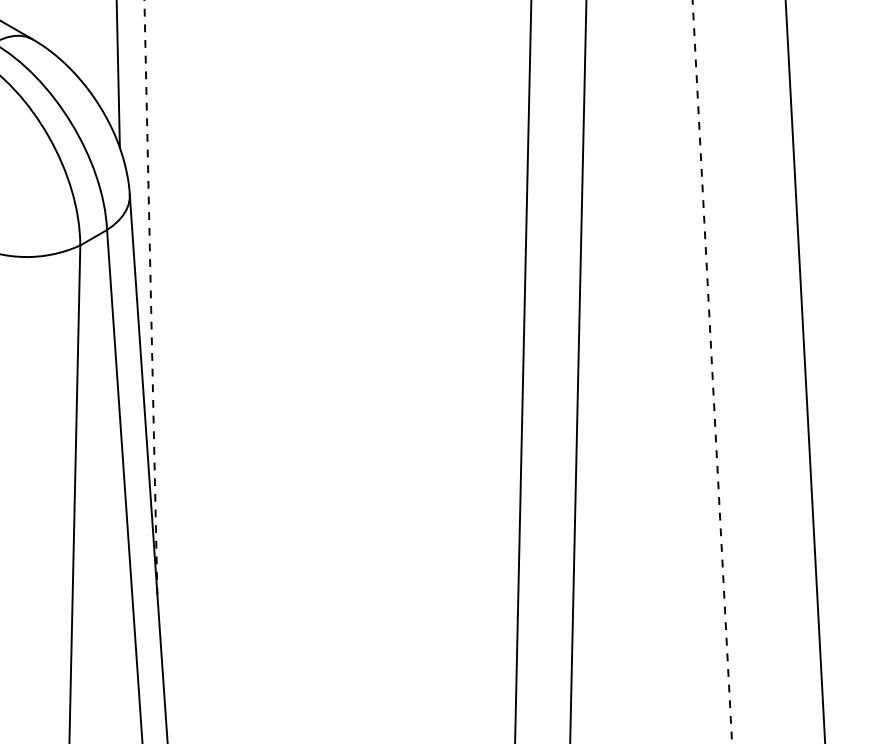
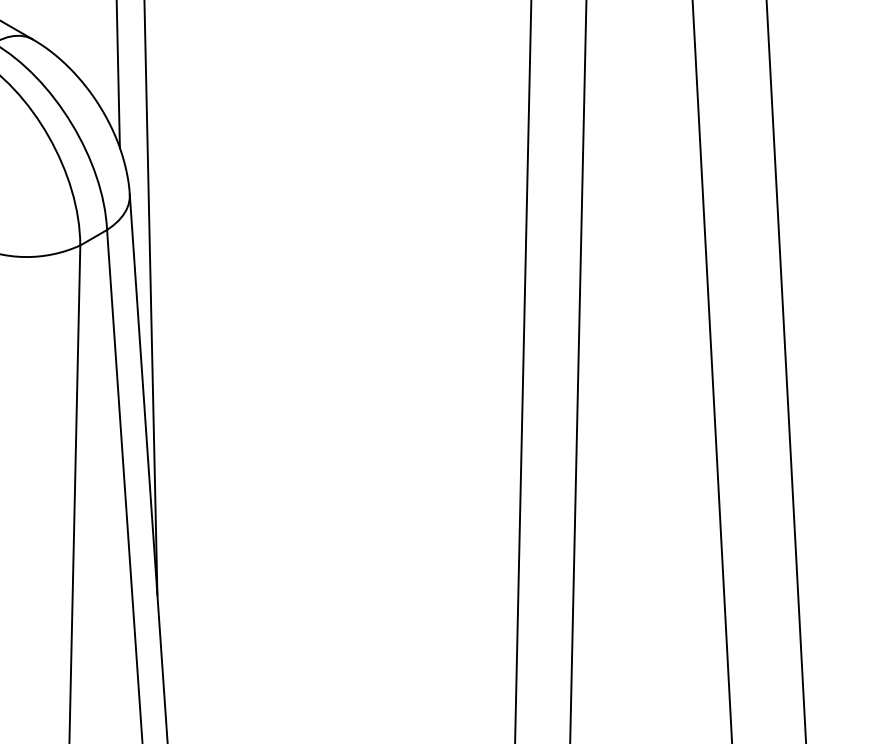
line at (150, 298): dashed -> solid
line at (712, 371): dashed -> solid
line at (804, 371) position: (804, 371) -> (785, 371)
